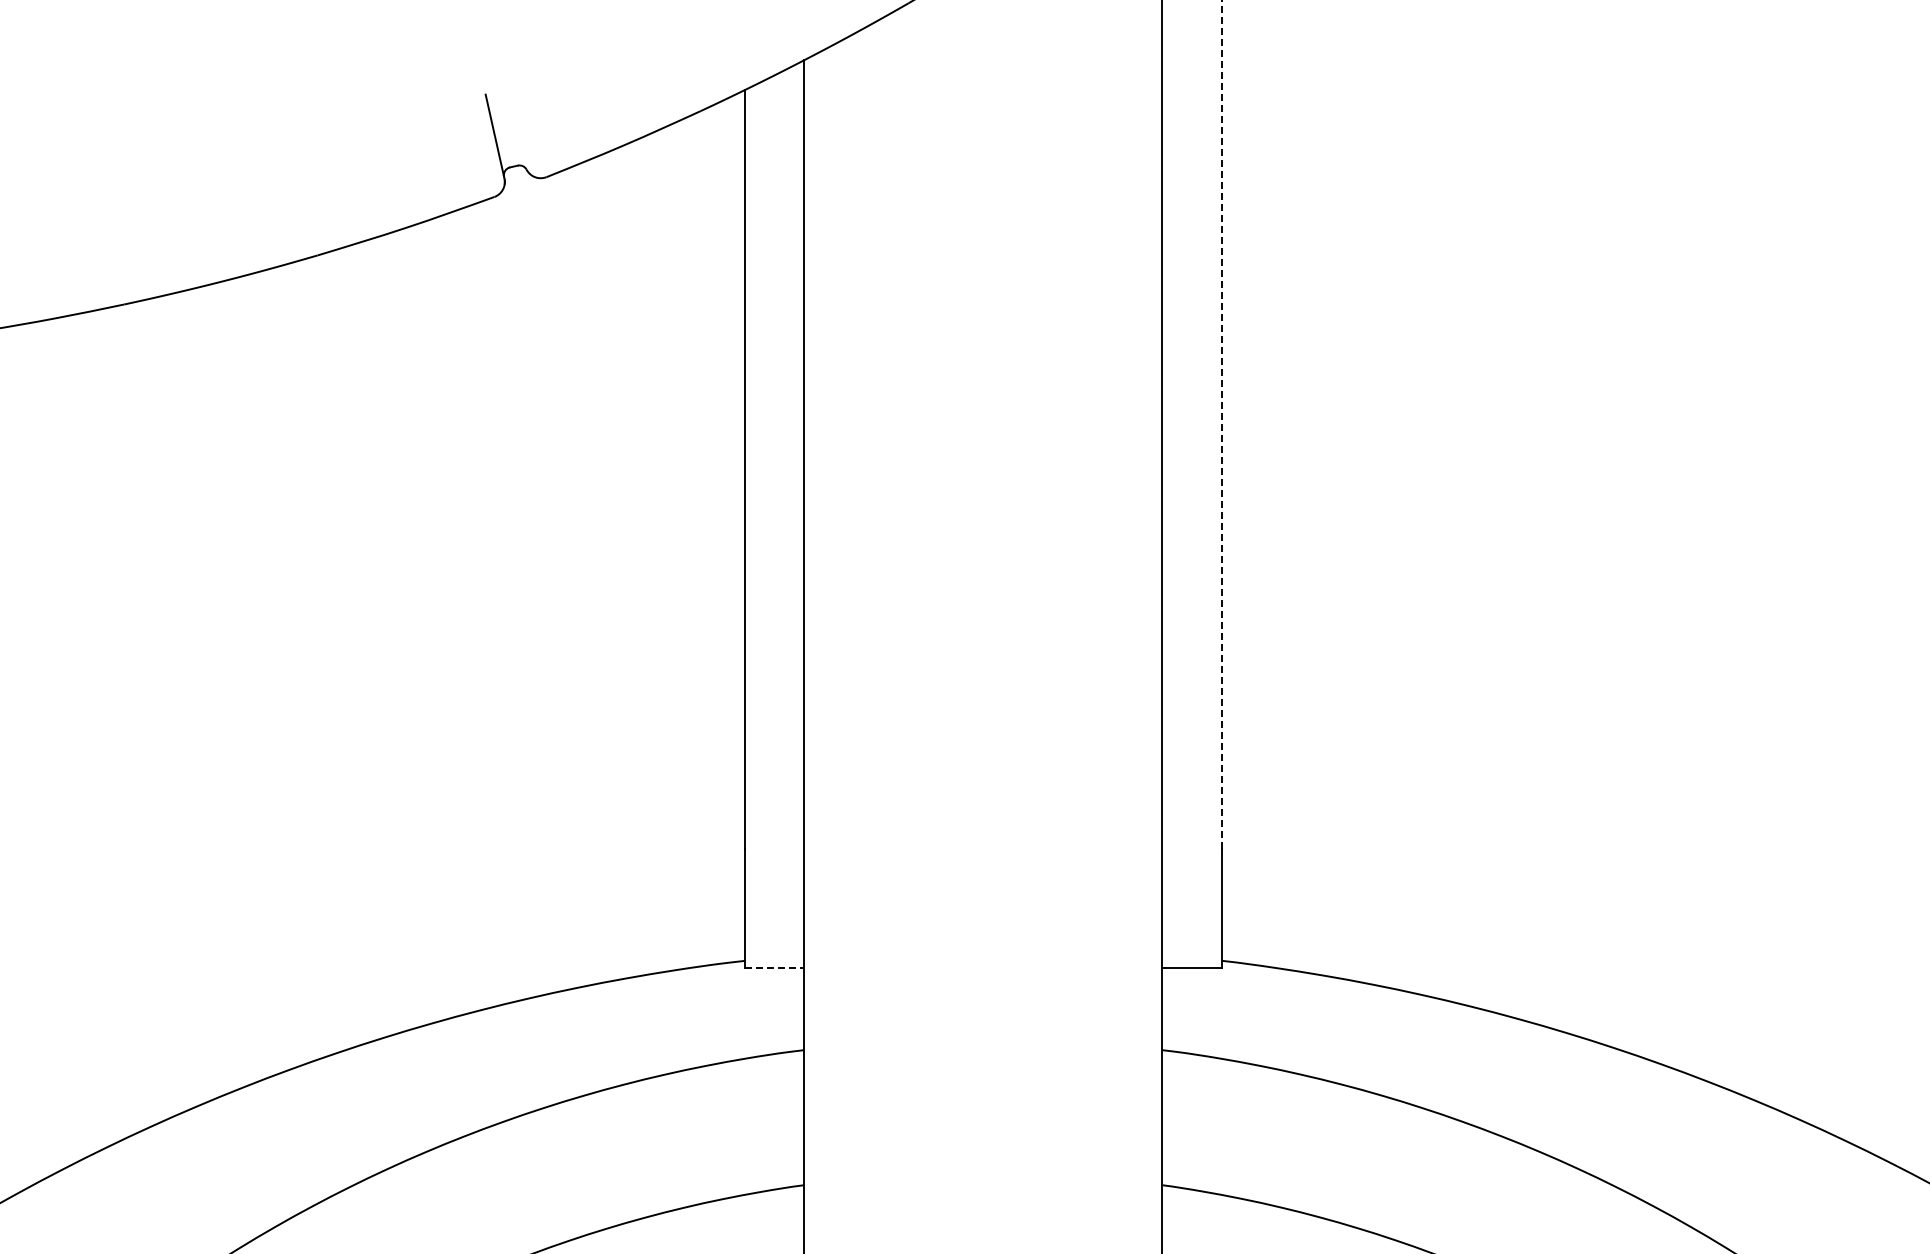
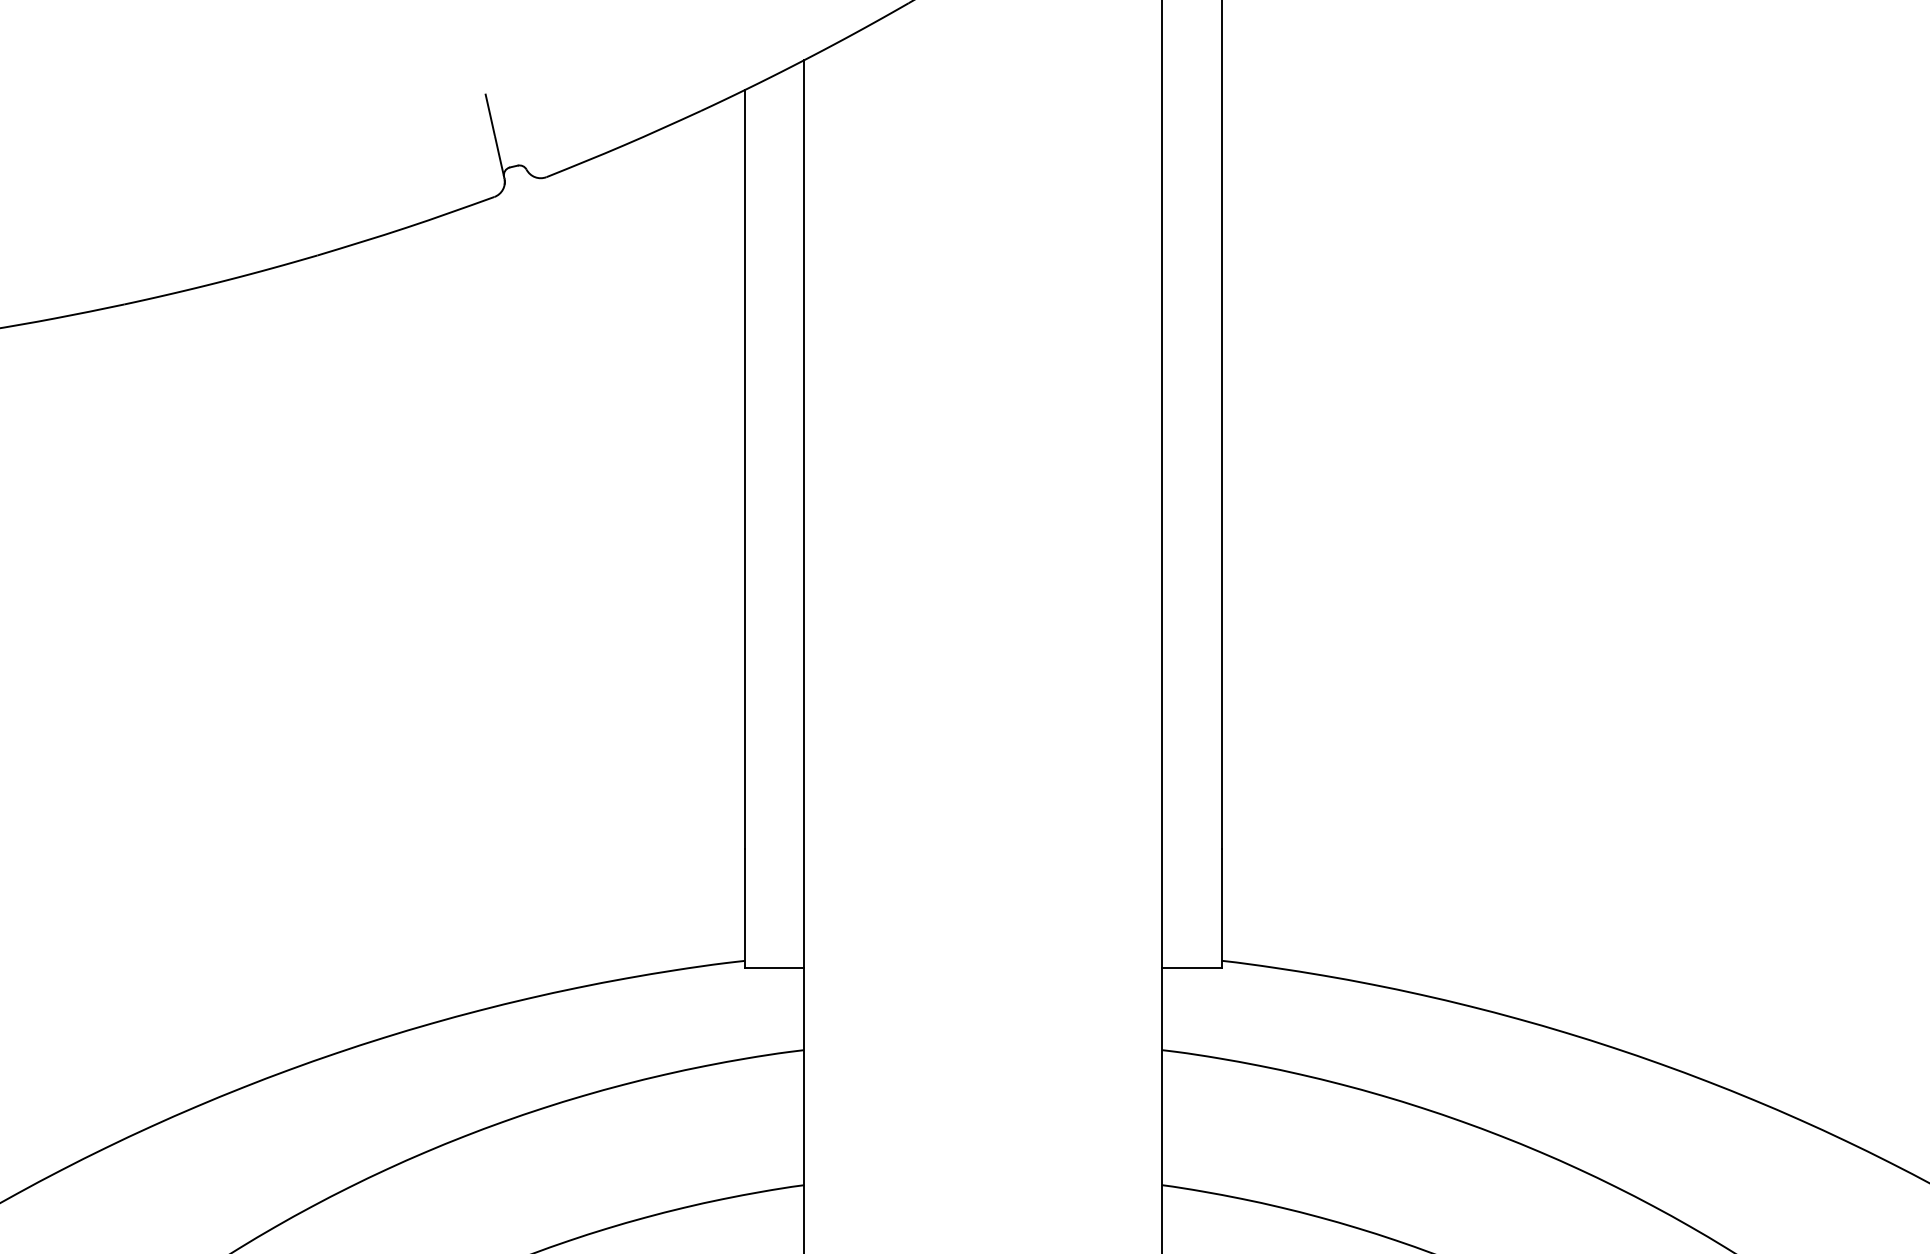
line at (1221, 424): dashed -> solid
line at (774, 968): dashed -> solid
